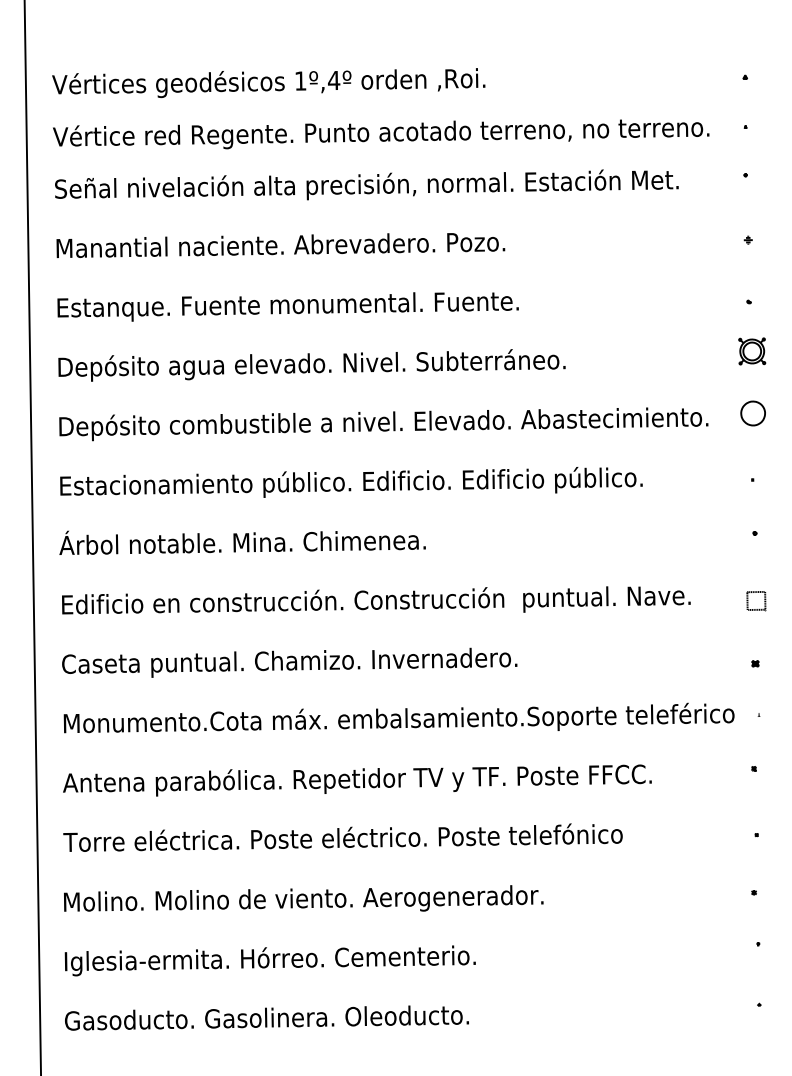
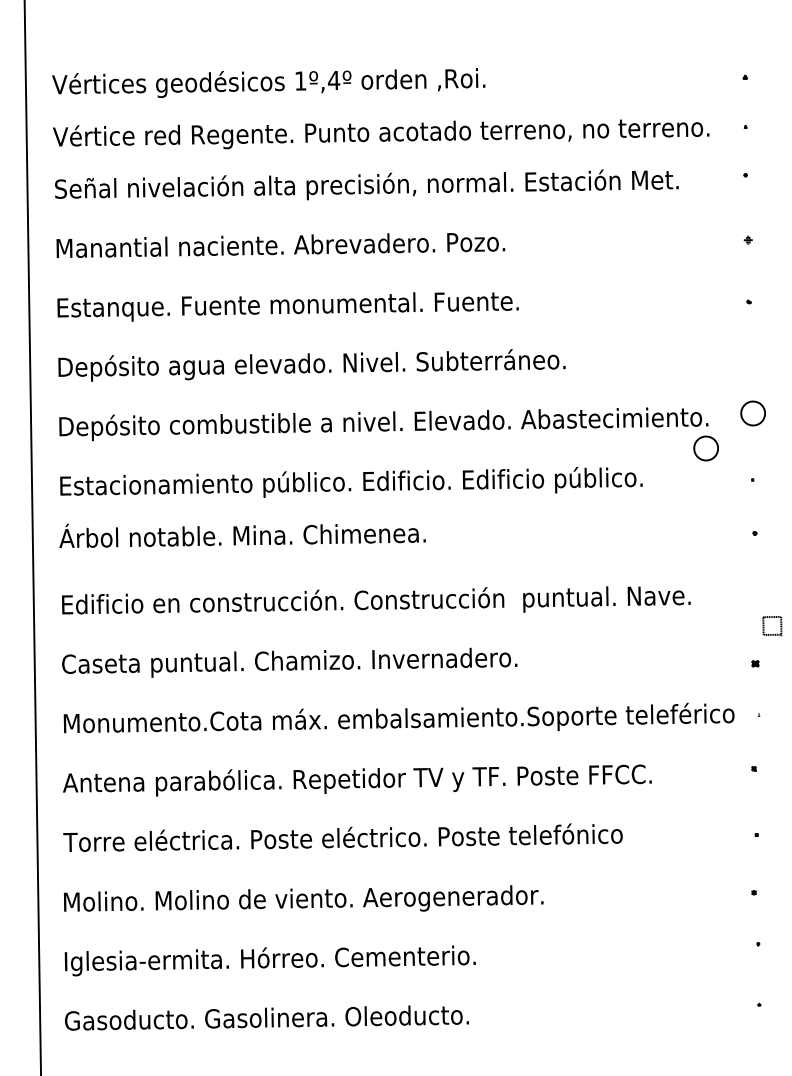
part at (752, 351): present -> none
part at (705, 448): none -> present
text at (242, 542) position: (242, 542) -> (242, 535)
part at (756, 601) position: (756, 601) -> (772, 626)
